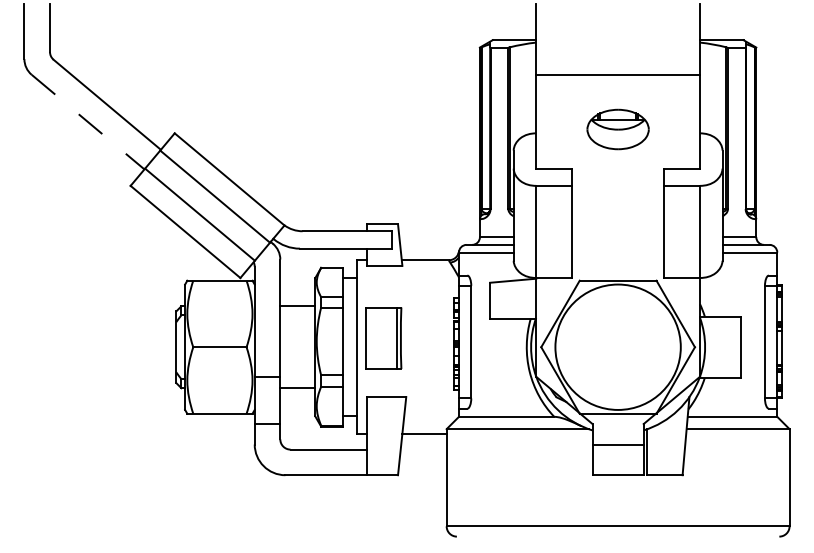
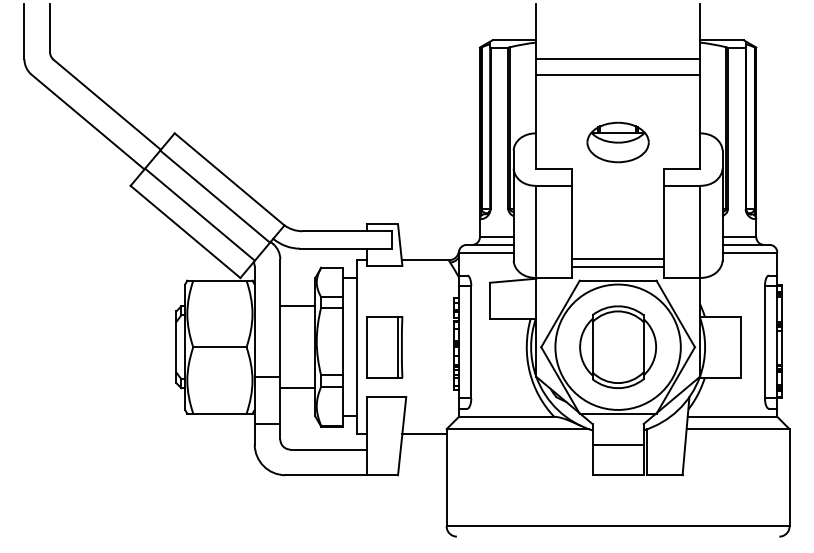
line at (618, 59): none -> present
line at (88, 122): dashed -> solid
part at (617, 129) position: (617, 129) -> (617, 142)
line at (618, 258): none -> present
line at (618, 266): none -> present
part at (383, 338) position: (383, 338) -> (384, 347)
part at (617, 346): none -> present
